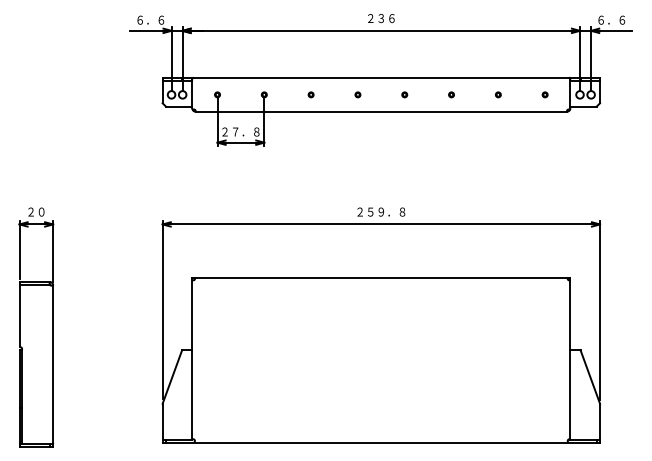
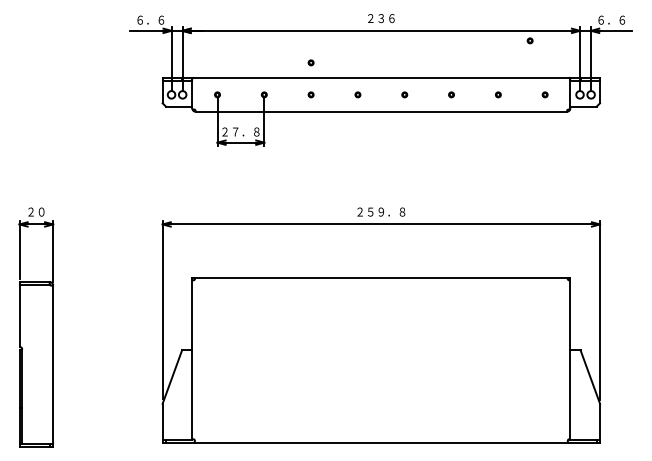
part at (529, 40): none -> present
part at (310, 62): none -> present
